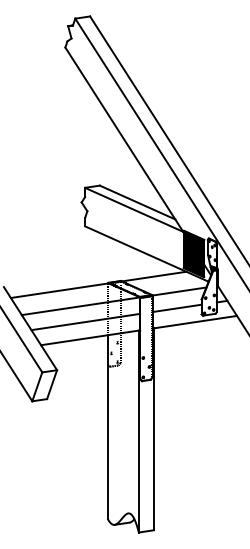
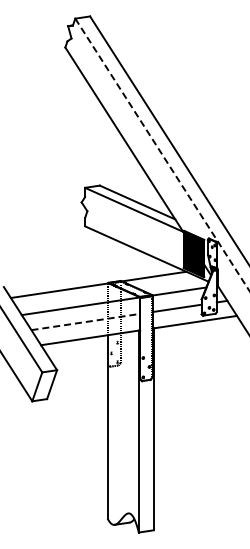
line at (162, 155): solid -> dashed
line at (85, 322): solid -> dashed
